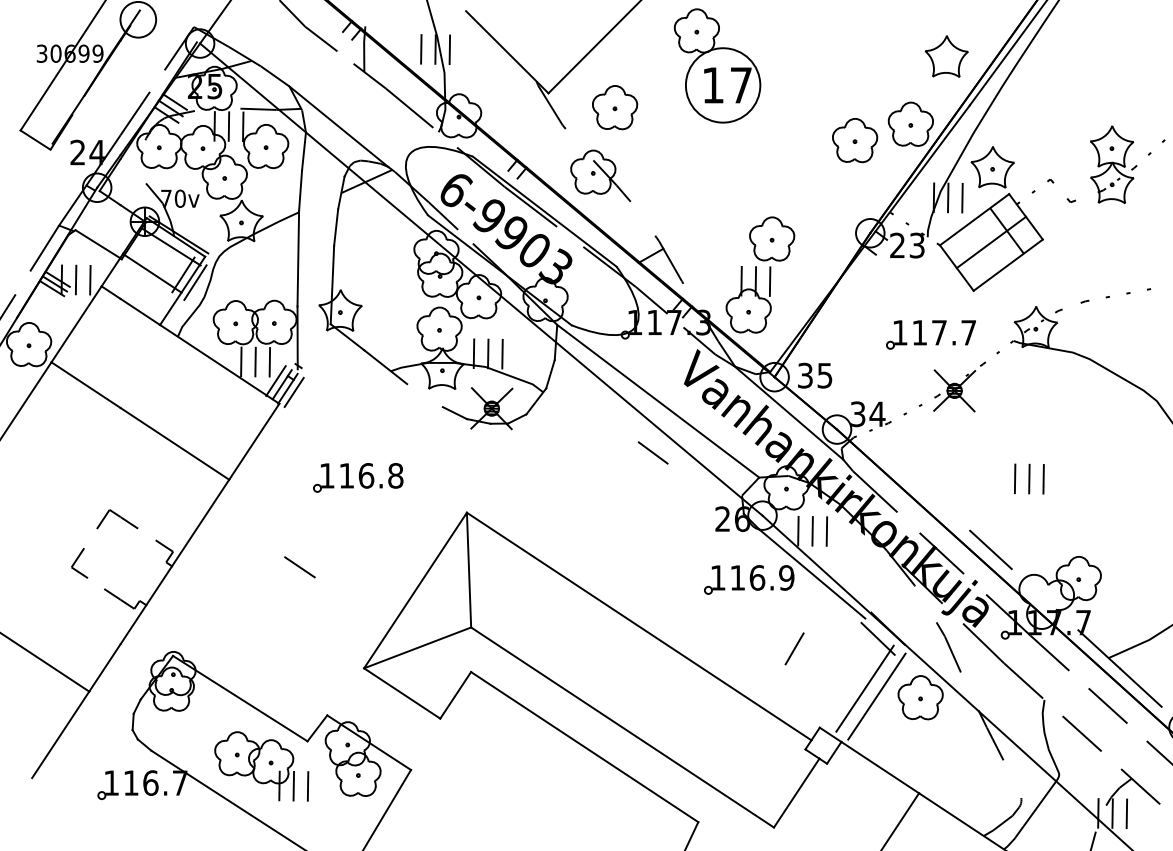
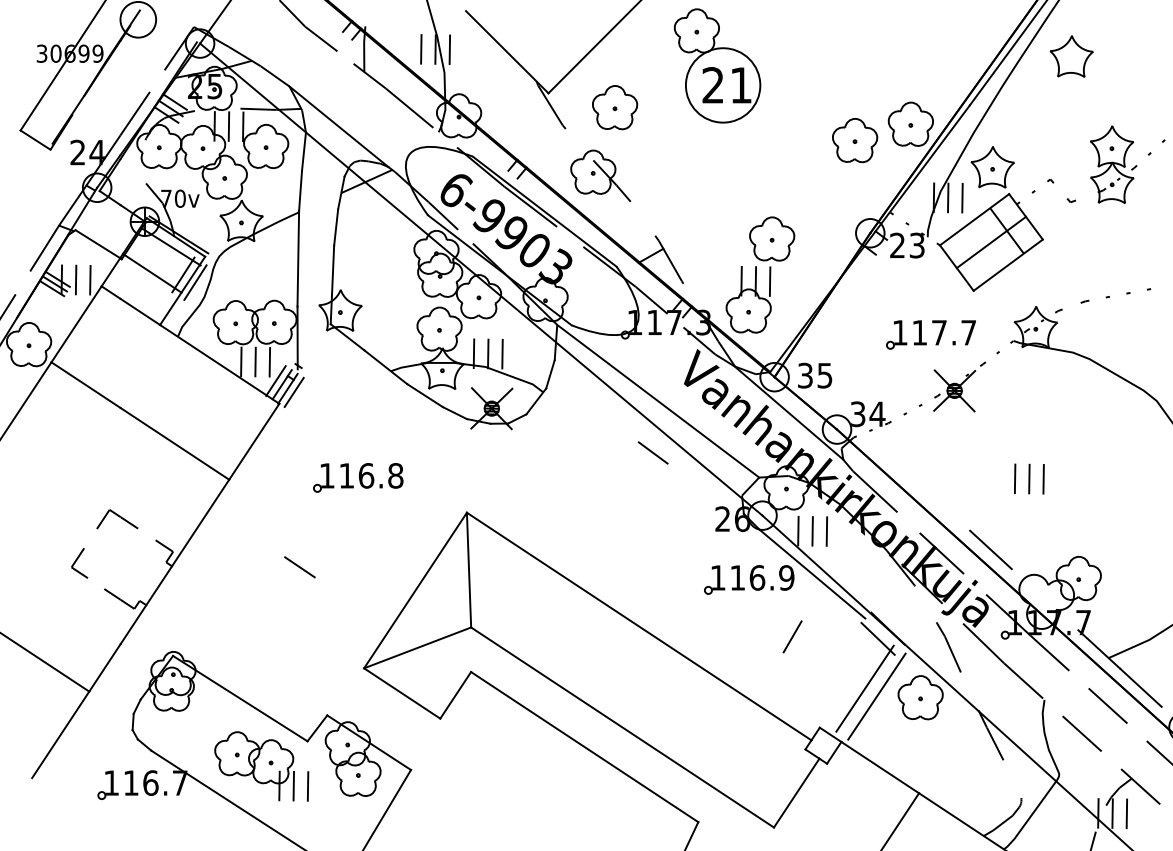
part at (946, 56) position: (946, 56) -> (1071, 56)
text at (726, 85): 17 -> 21
line at (424, 395): none -> present
line at (794, 648) position: (794, 648) -> (792, 636)
